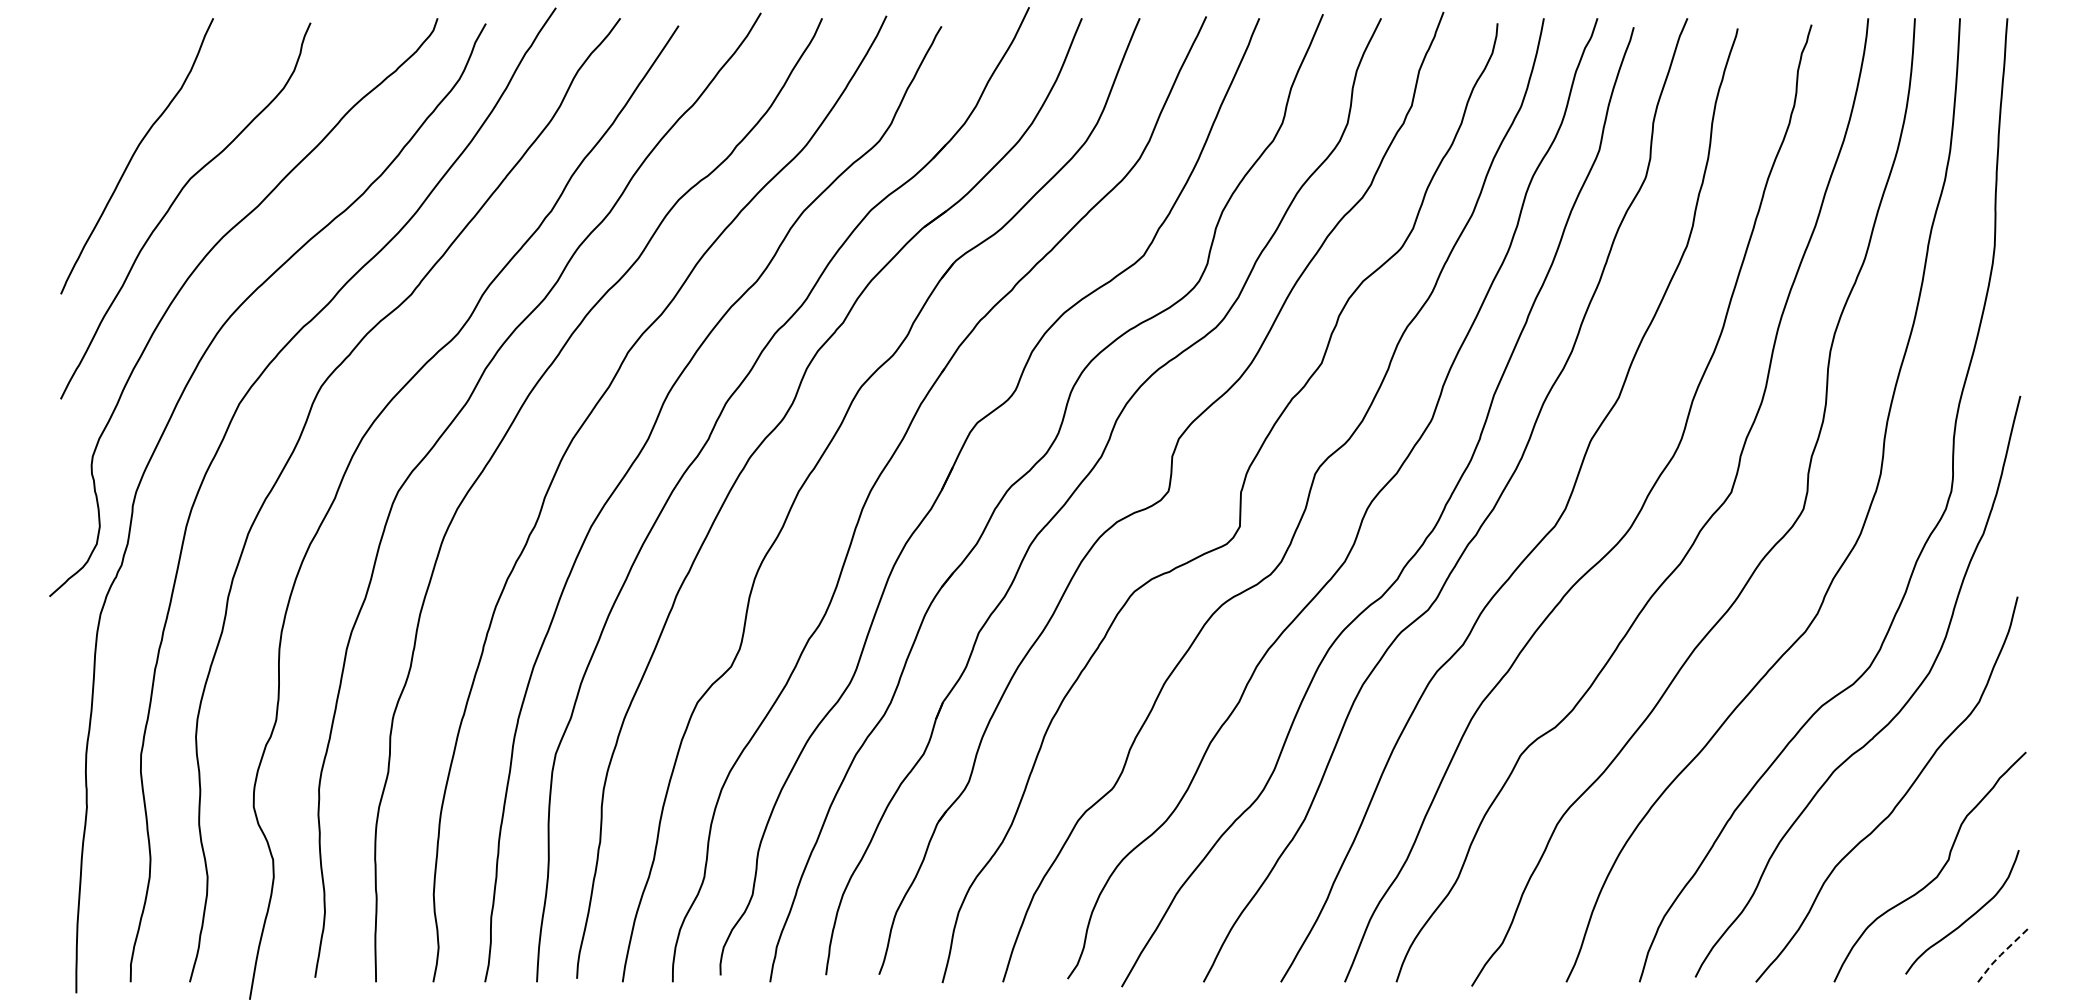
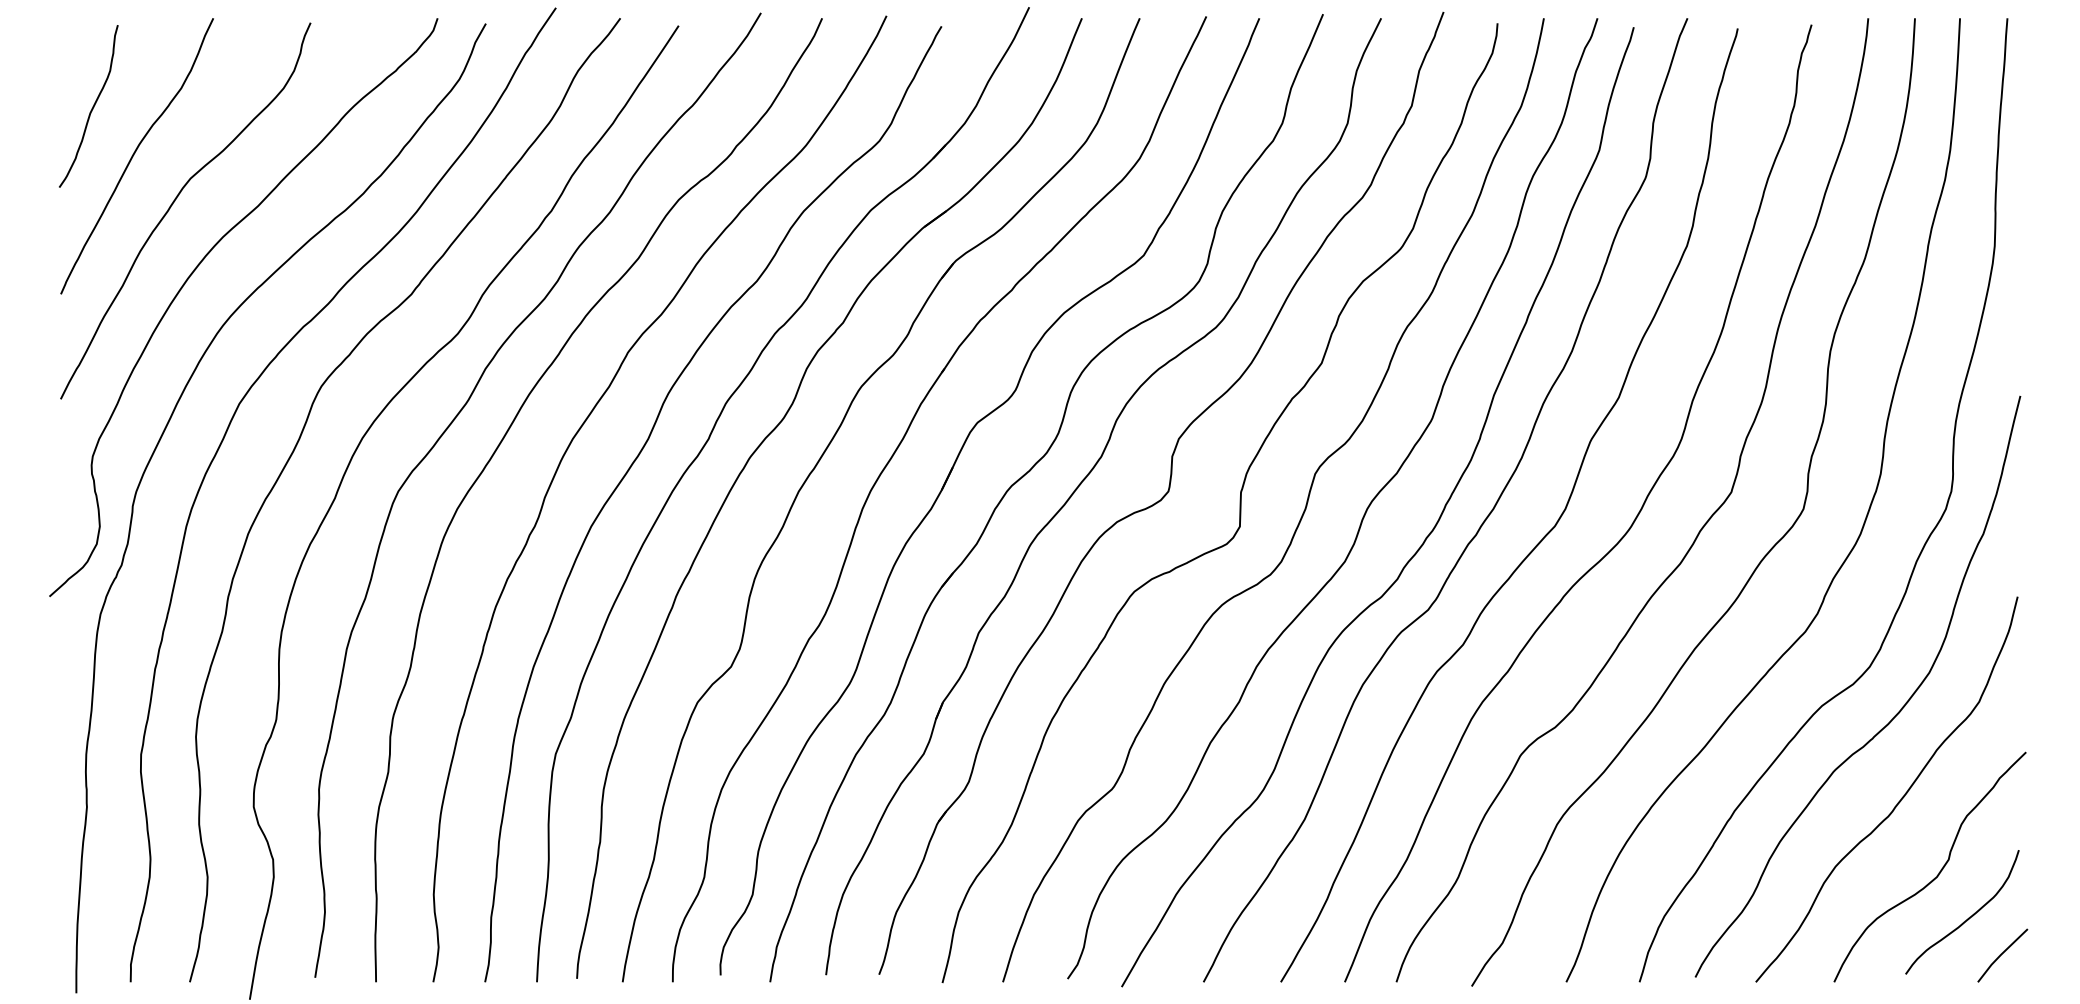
curve at (91, 108): none -> present
line at (2000, 954): dashed -> solid
